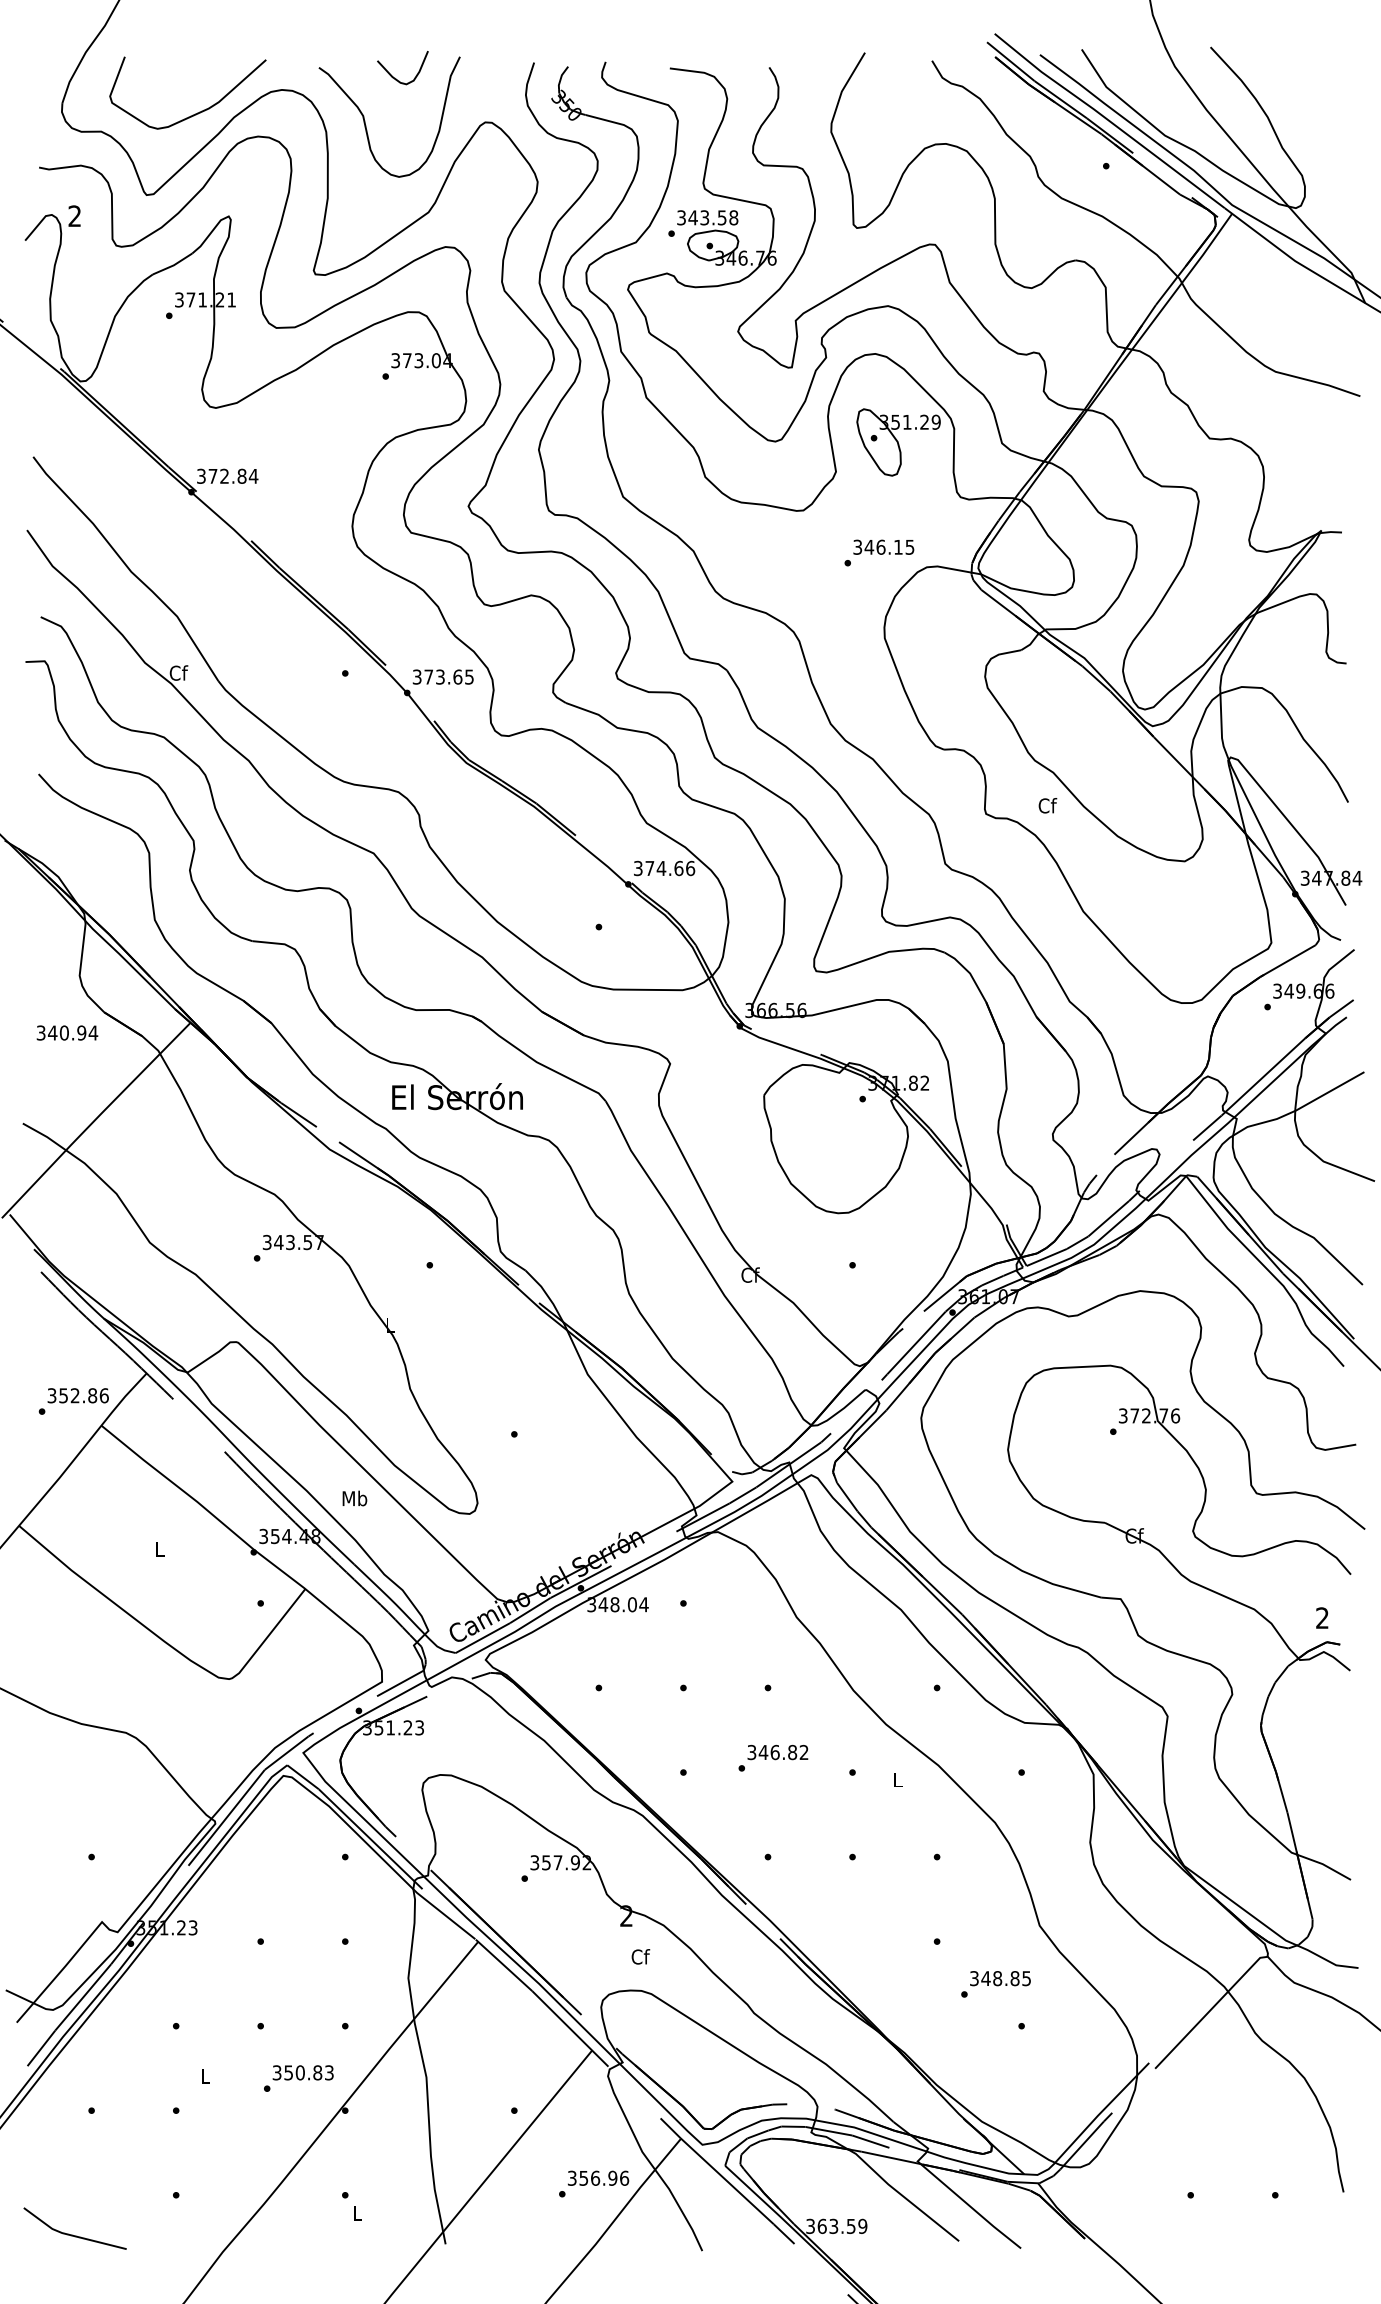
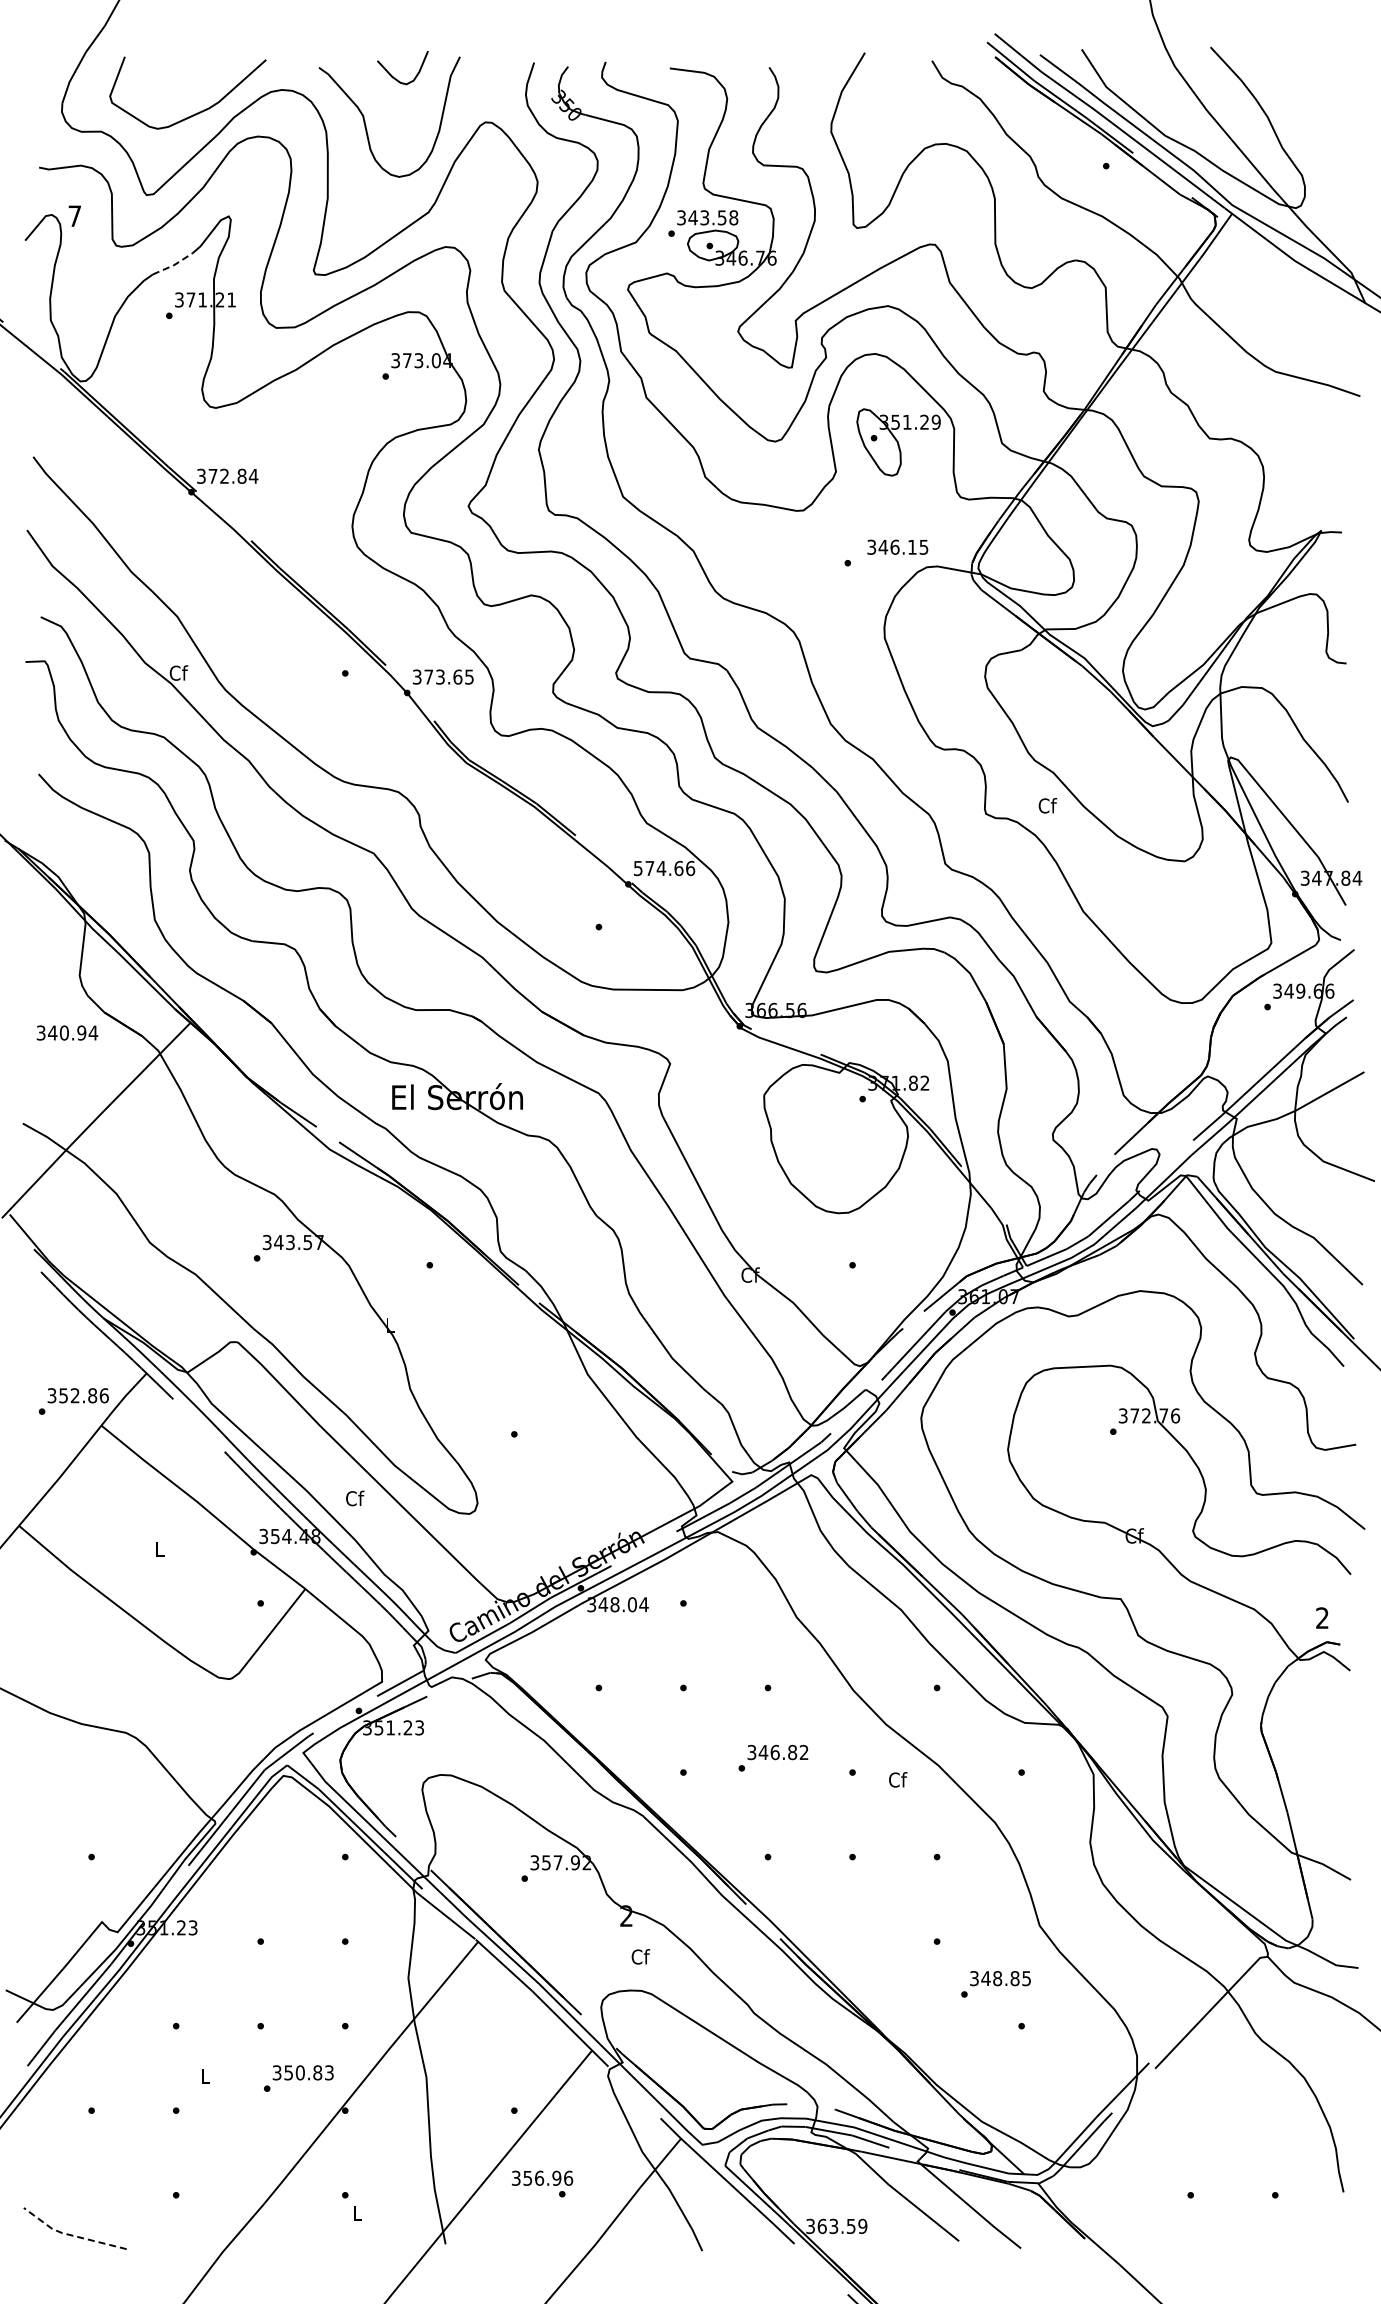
text at (74, 215): 2 -> 7
line at (173, 265): solid -> dashed
text at (883, 546) position: (883, 546) -> (897, 546)
text at (638, 867): 374.66 -> 574.66
text at (354, 1498): Mb -> Cf
text at (898, 1779): L -> Cf
text at (598, 2177) position: (598, 2177) -> (542, 2177)
line at (70, 2235): solid -> dashed
